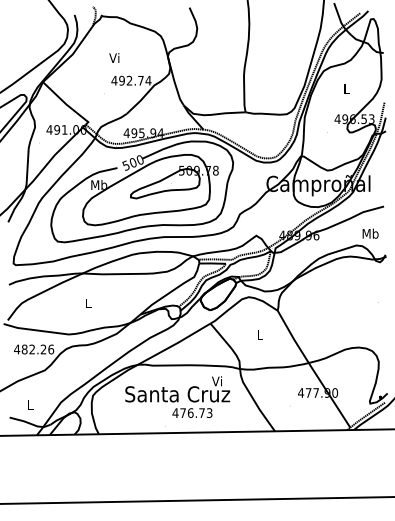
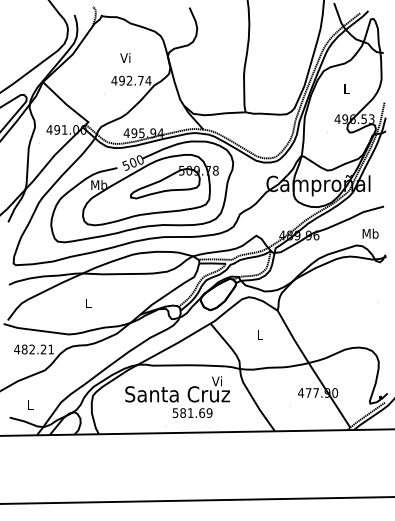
text at (114, 57) position: (114, 57) -> (125, 57)
text at (51, 349): 482.26 -> 482.21
text at (192, 412): 476.73 -> 581.69
